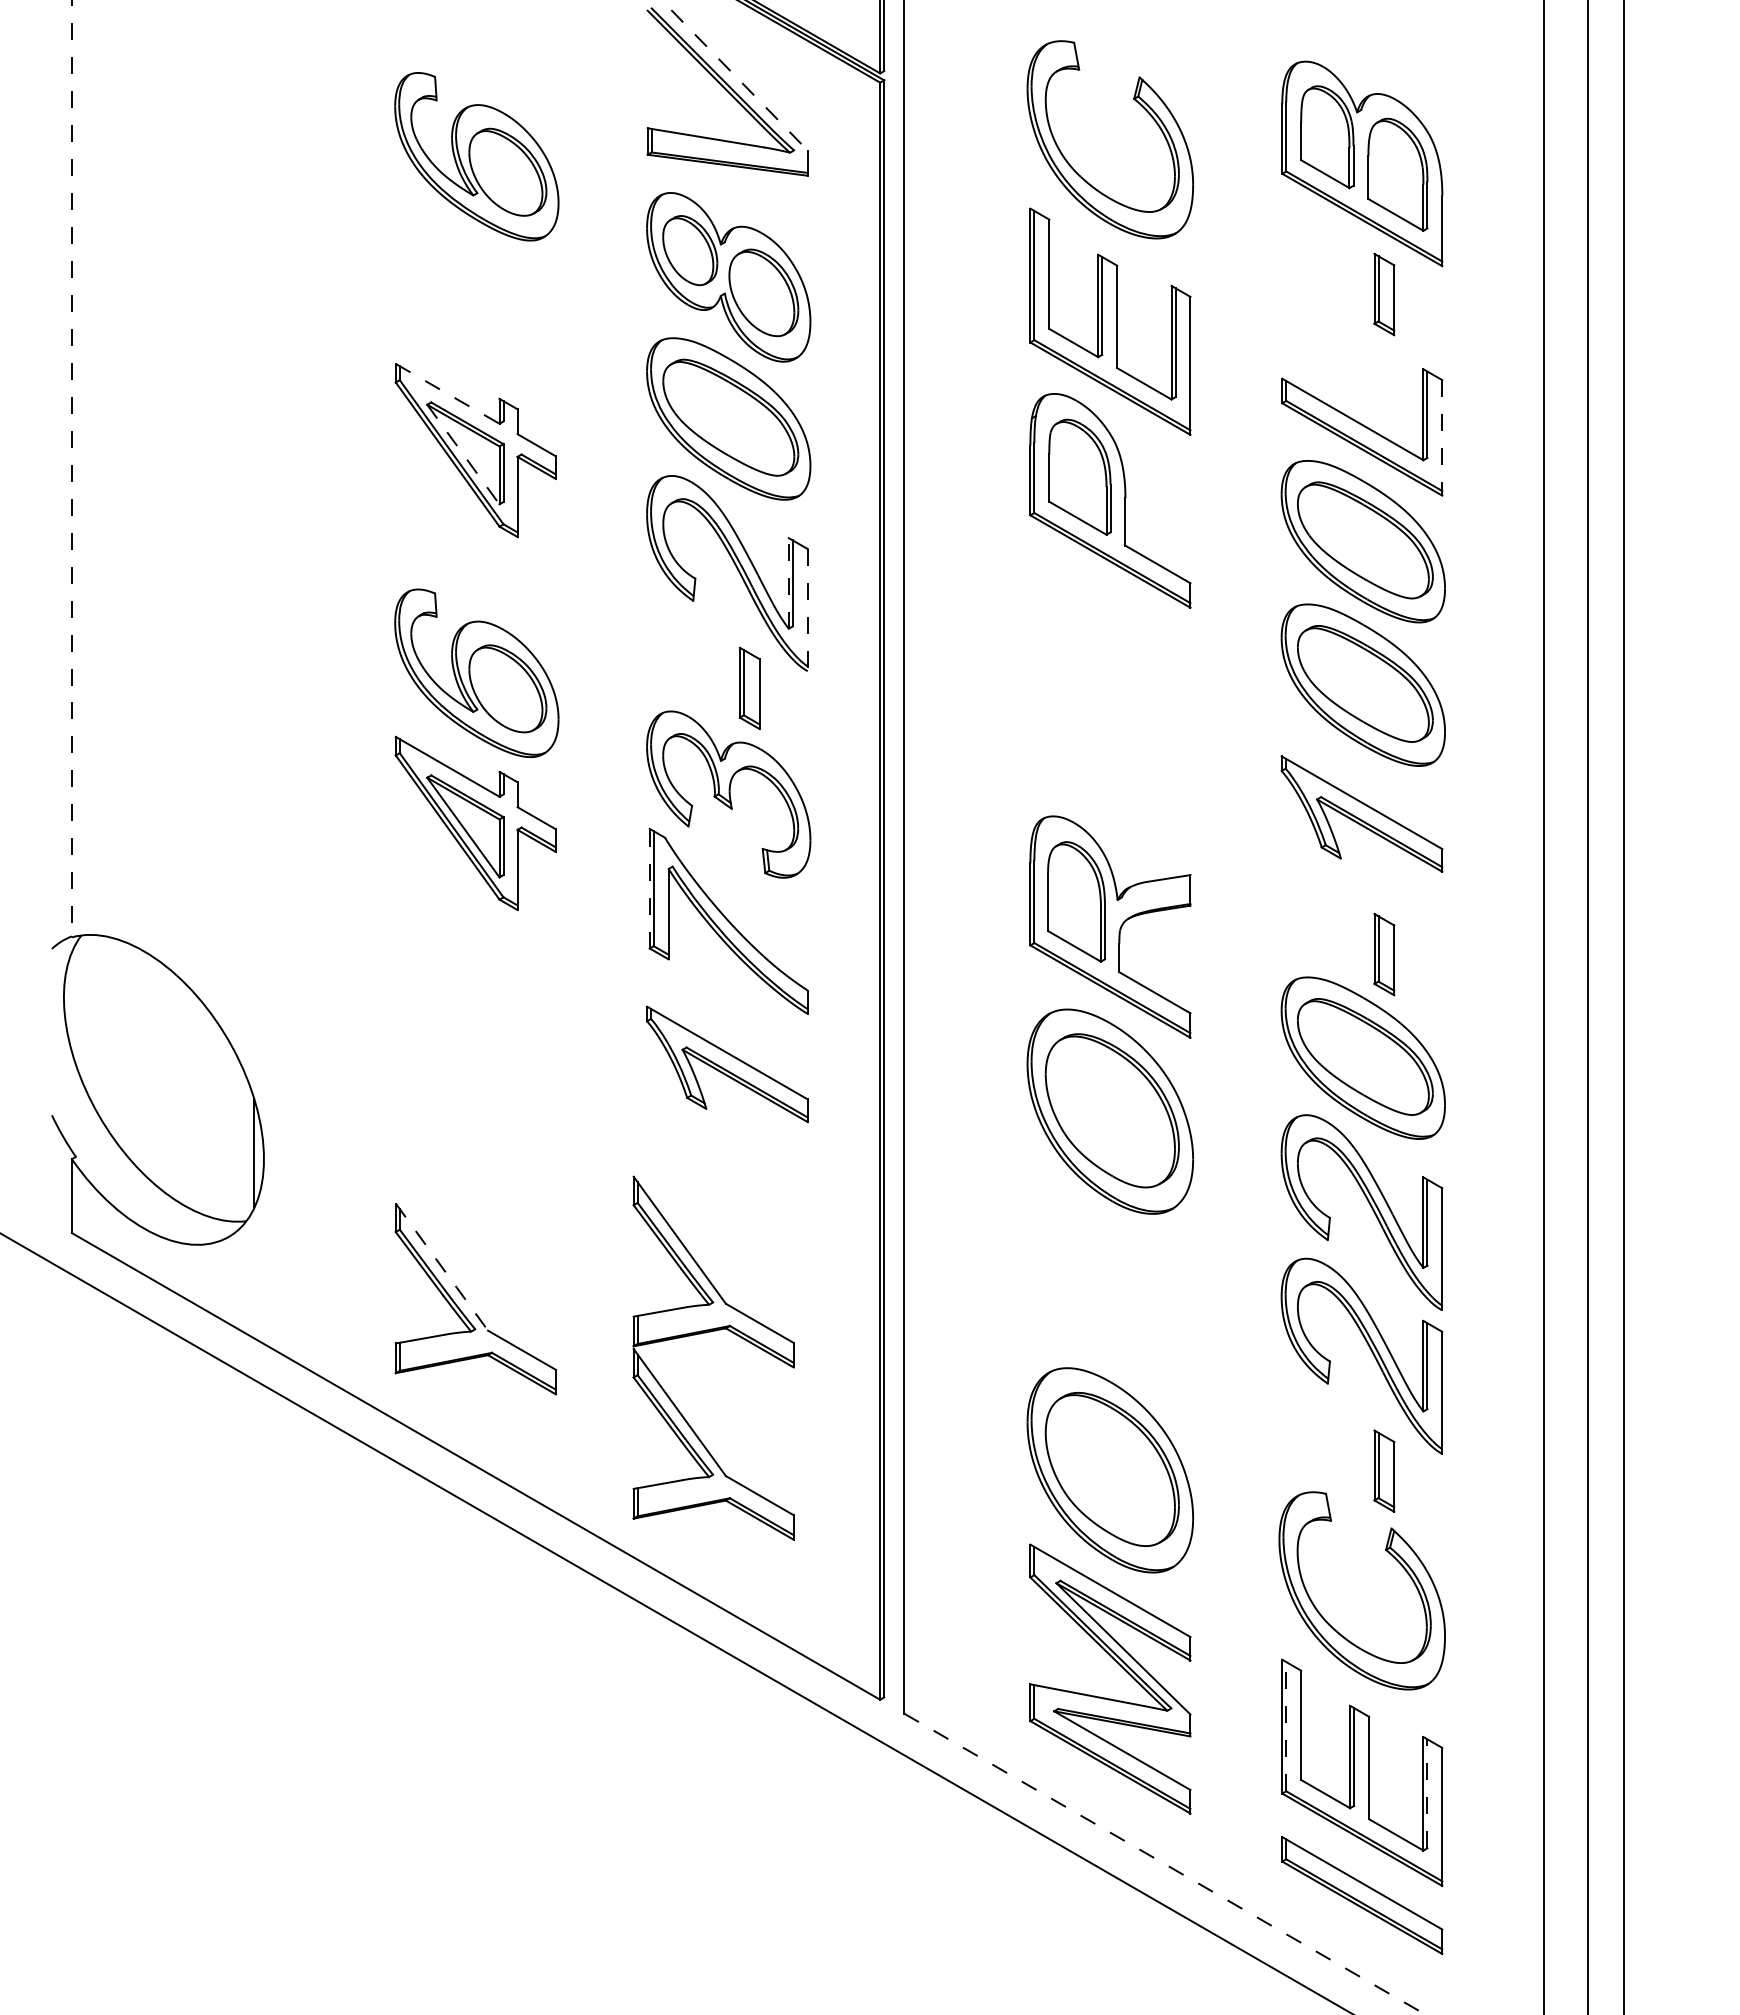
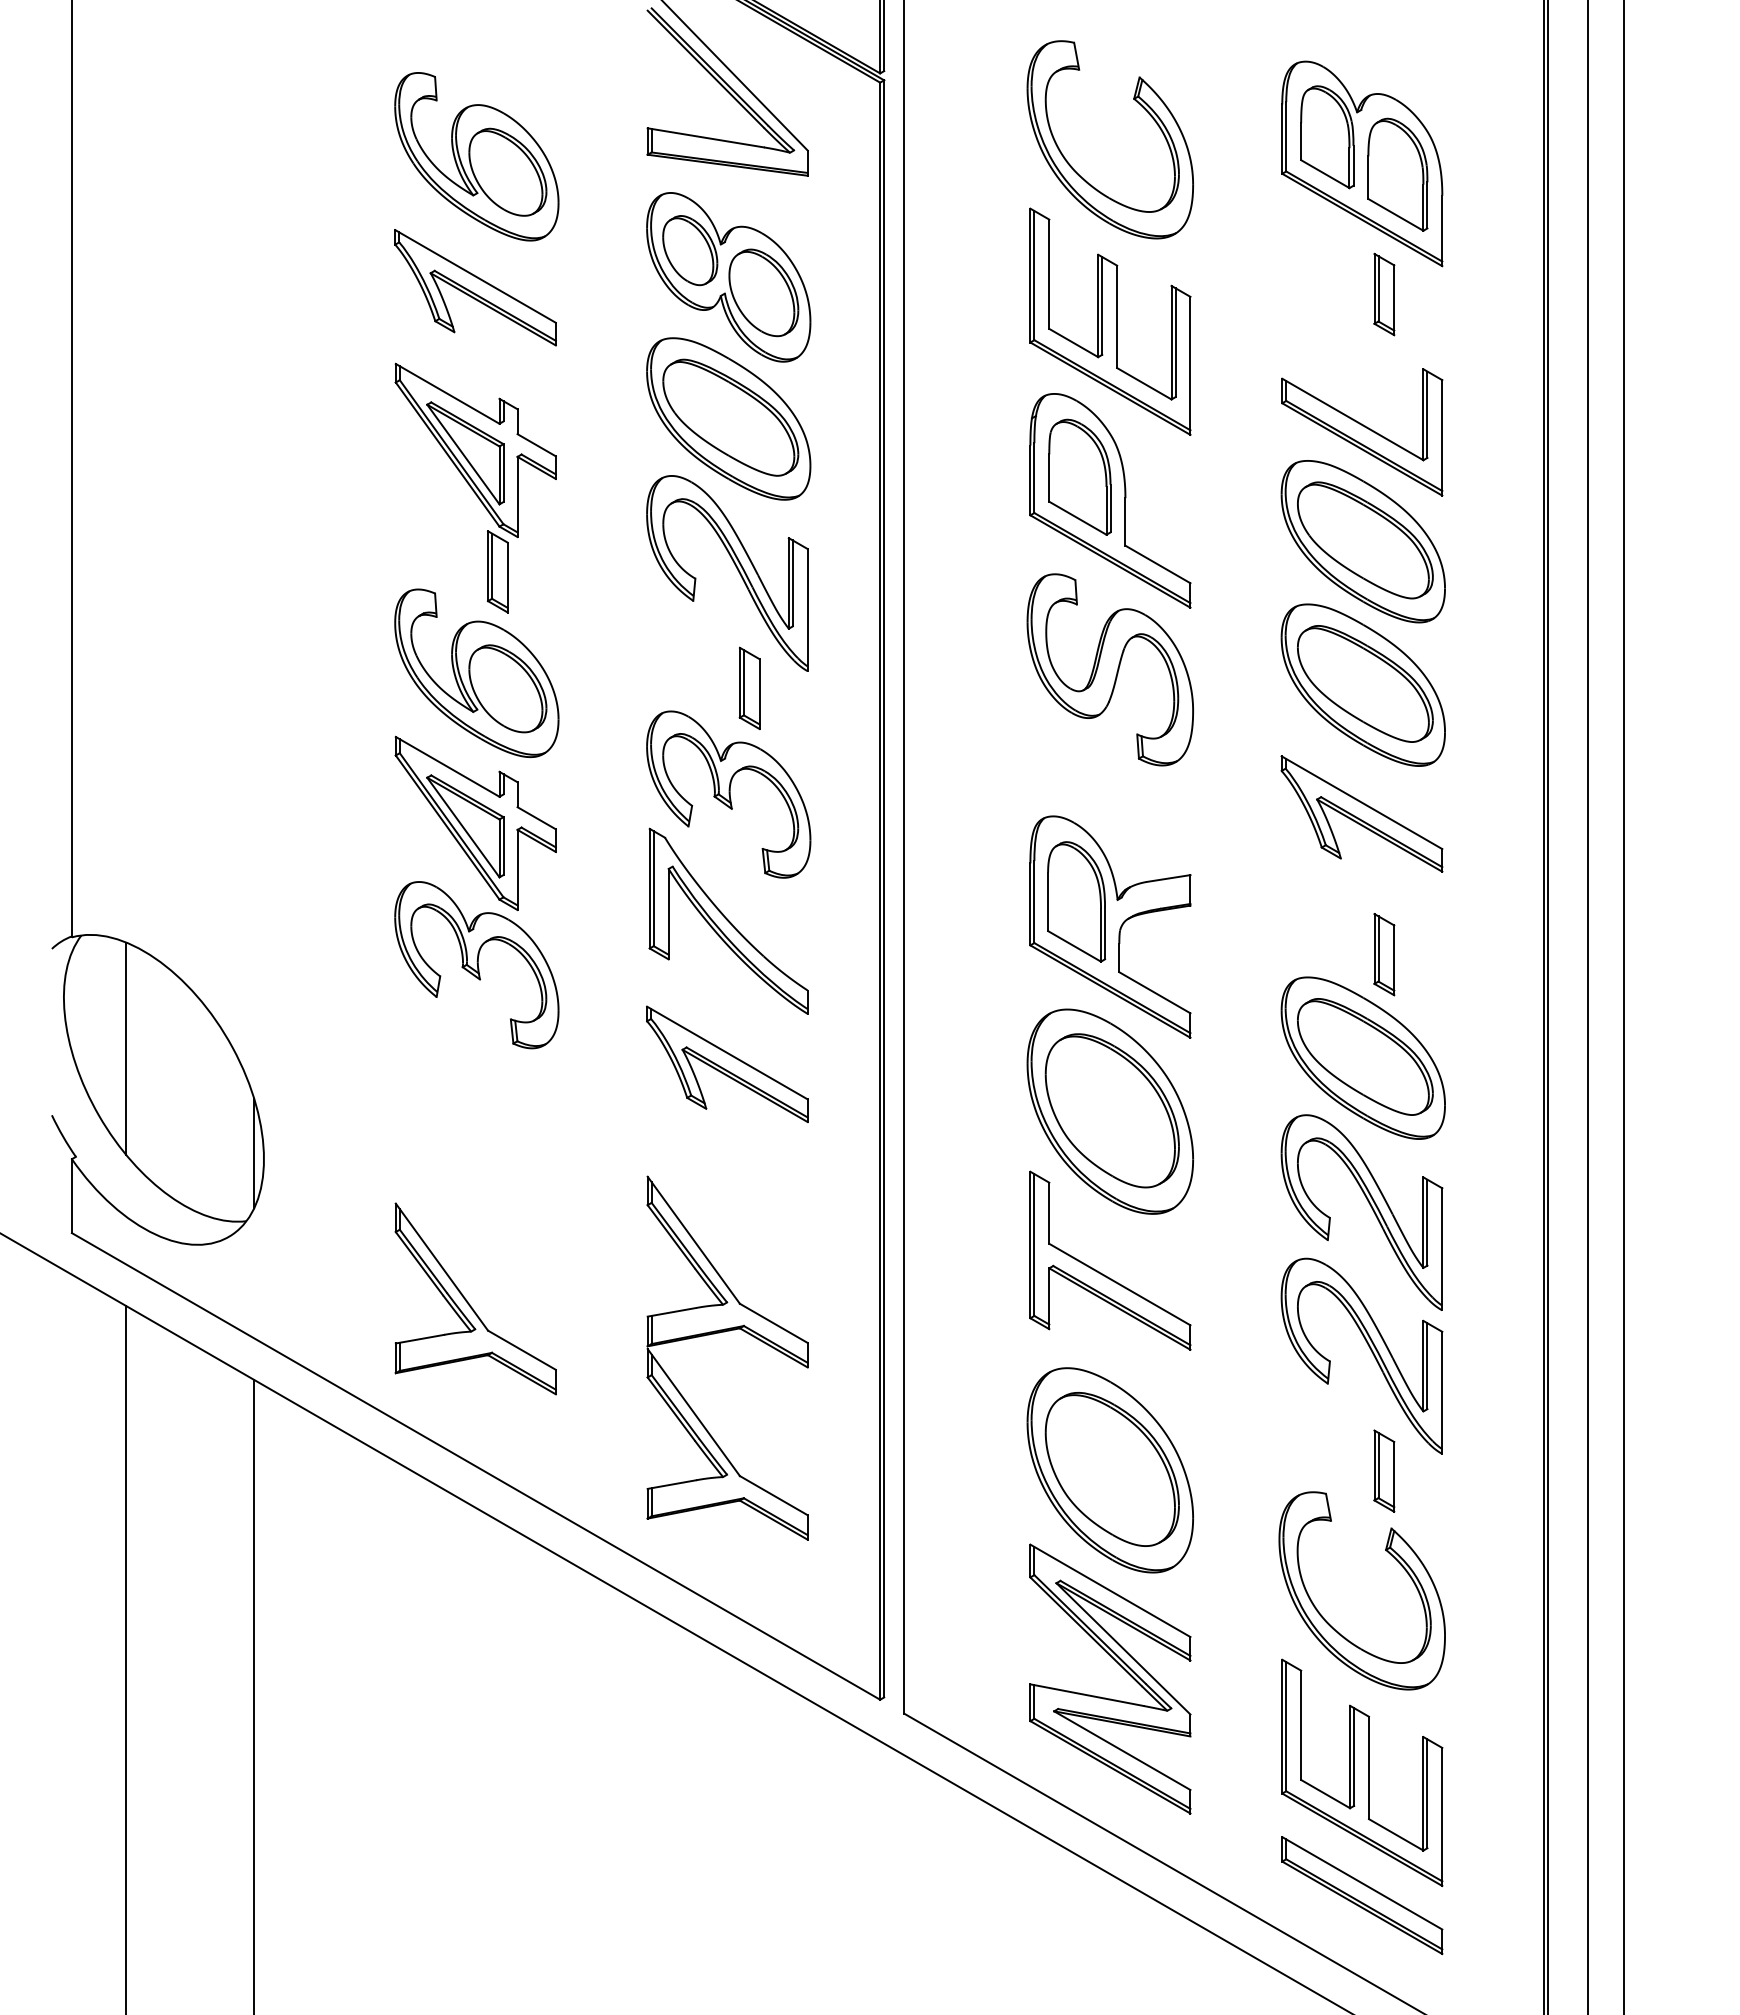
line at (734, 75): dashed -> solid
part at (475, 287): none -> present
line at (447, 393): dashed -> solid
line at (1442, 437): dashed -> solid
line at (463, 454): dashed -> solid
line at (71, 469): dashed -> solid
part at (497, 571): none -> present
line at (788, 582): dashed -> solid
line at (807, 610): dashed -> solid
part at (1109, 669): none -> present
line at (649, 888): dashed -> solid
part at (476, 965): none -> present
line at (1548, 1006): none -> present
line at (126, 1048): none -> present
line at (441, 1267): dashed -> solid
part at (1101, 1272): none -> present
part at (710, 1332) position: (710, 1332) -> (724, 1332)
line at (126, 1658): none -> present
line at (254, 1695): none -> present
line at (1286, 1726): dashed -> solid
line at (1427, 1793): dashed -> solid
line at (1165, 1864): dashed -> solid
